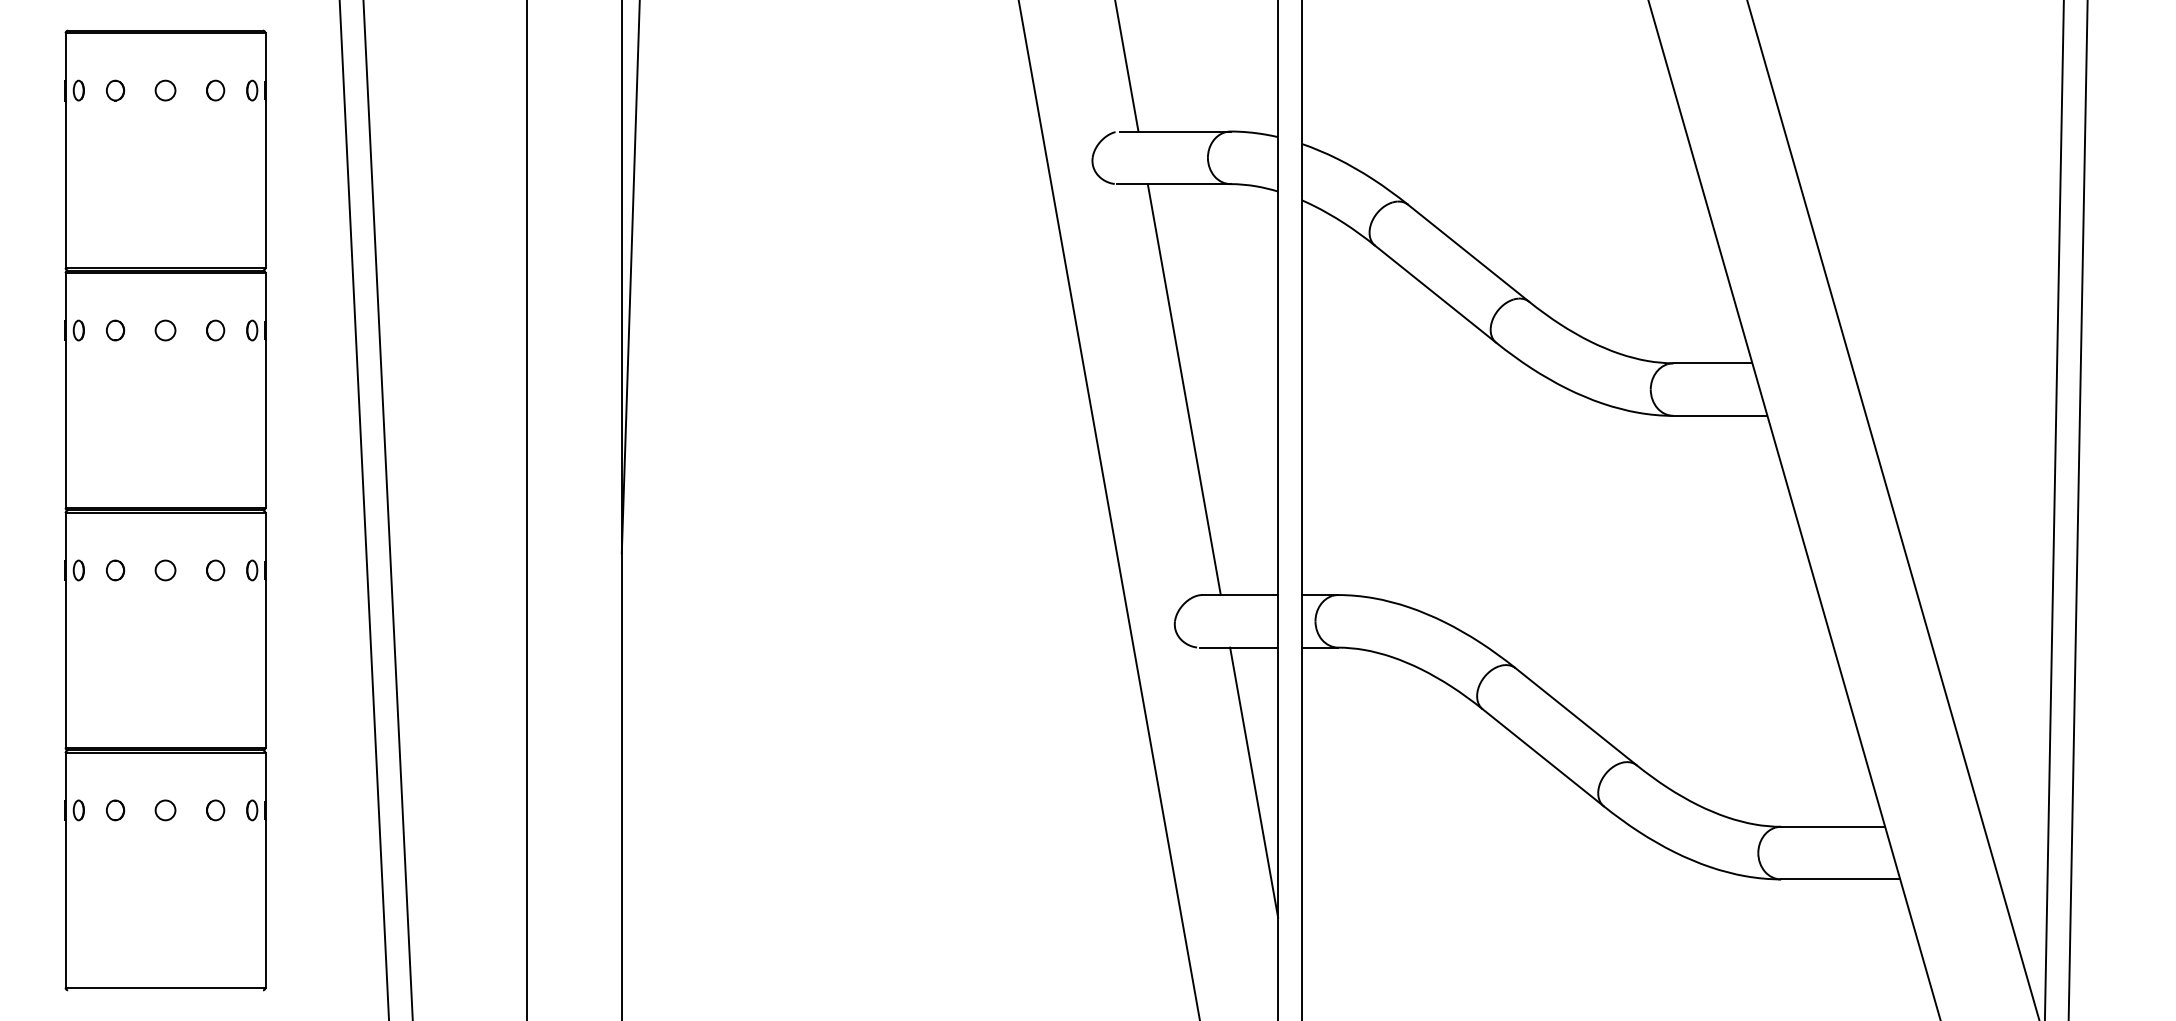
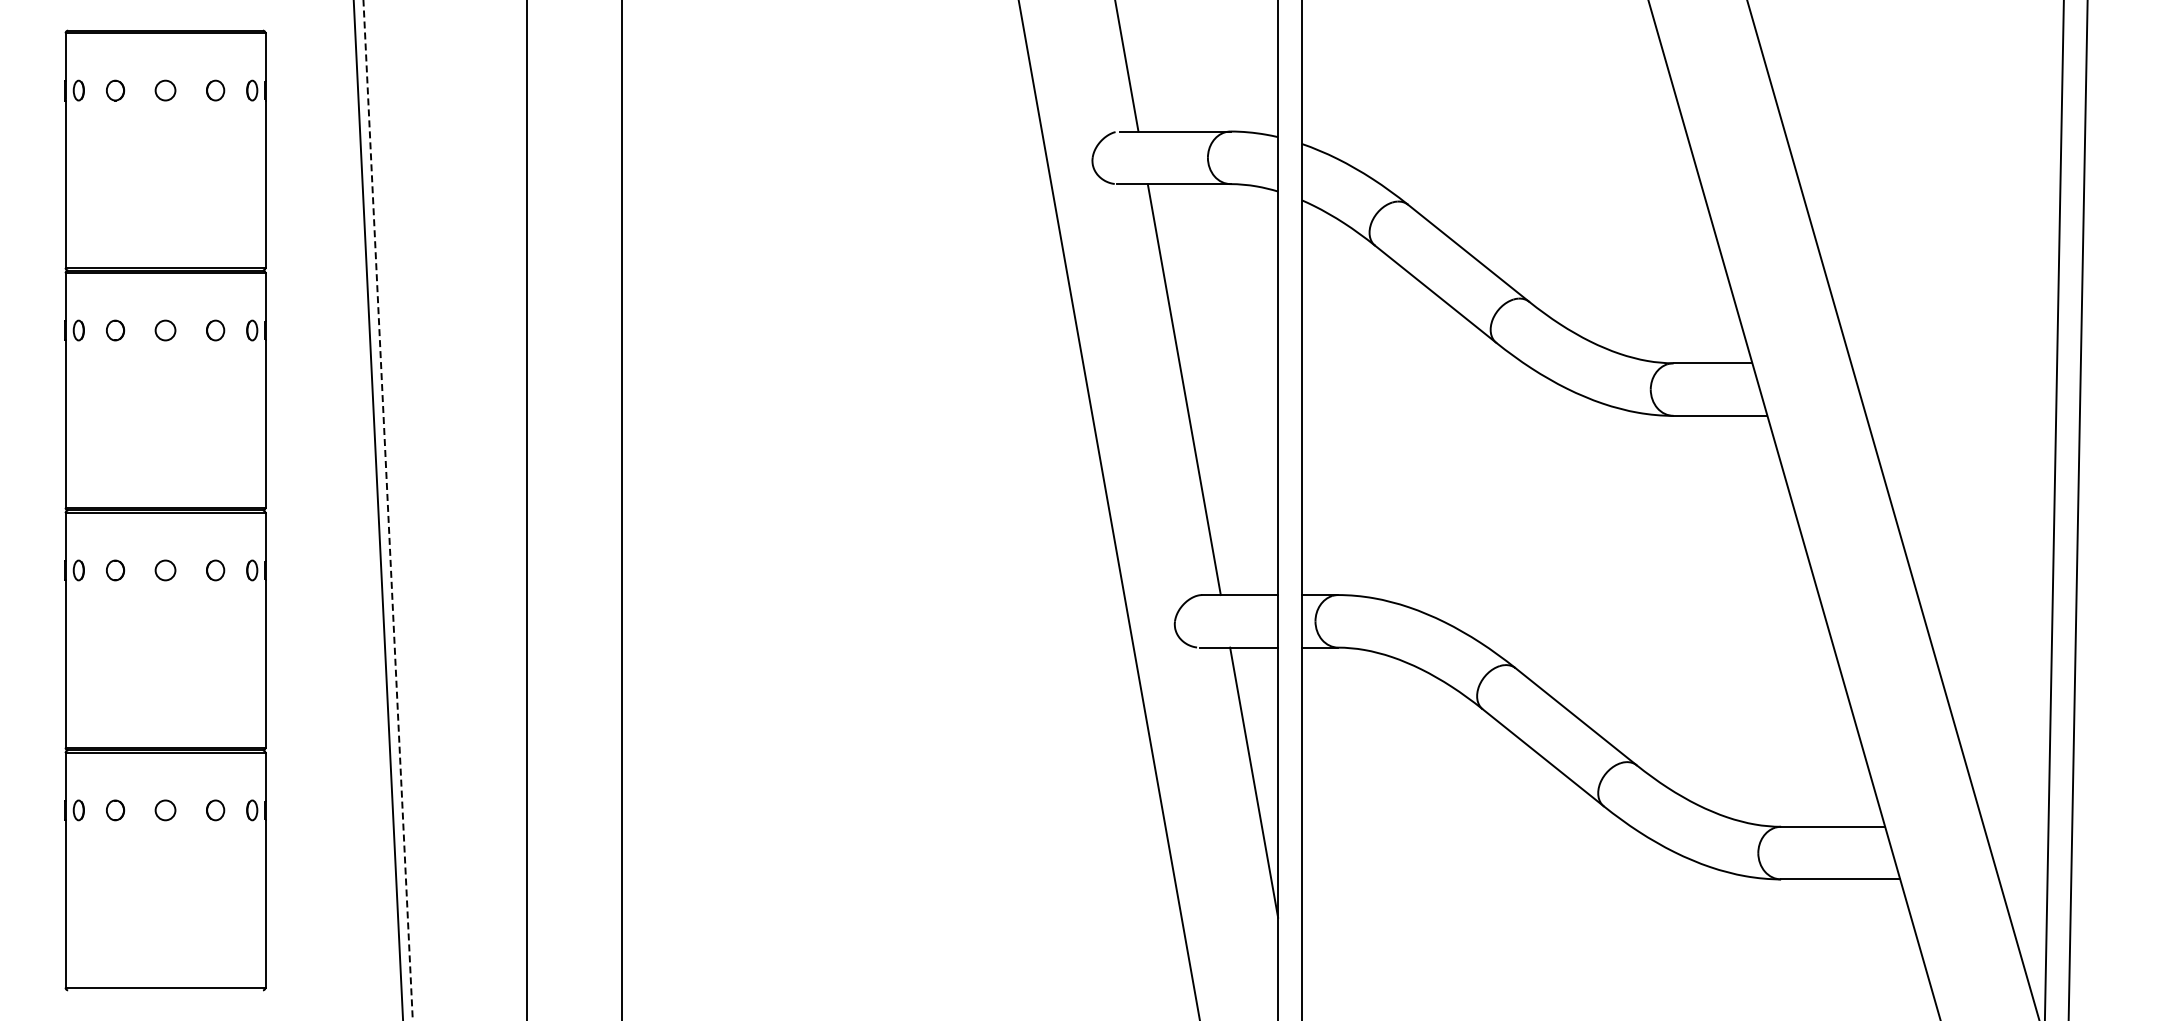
line at (630, 277): present -> none
line at (363, 509) position: (363, 509) -> (377, 509)
line at (388, 510): solid -> dashed
